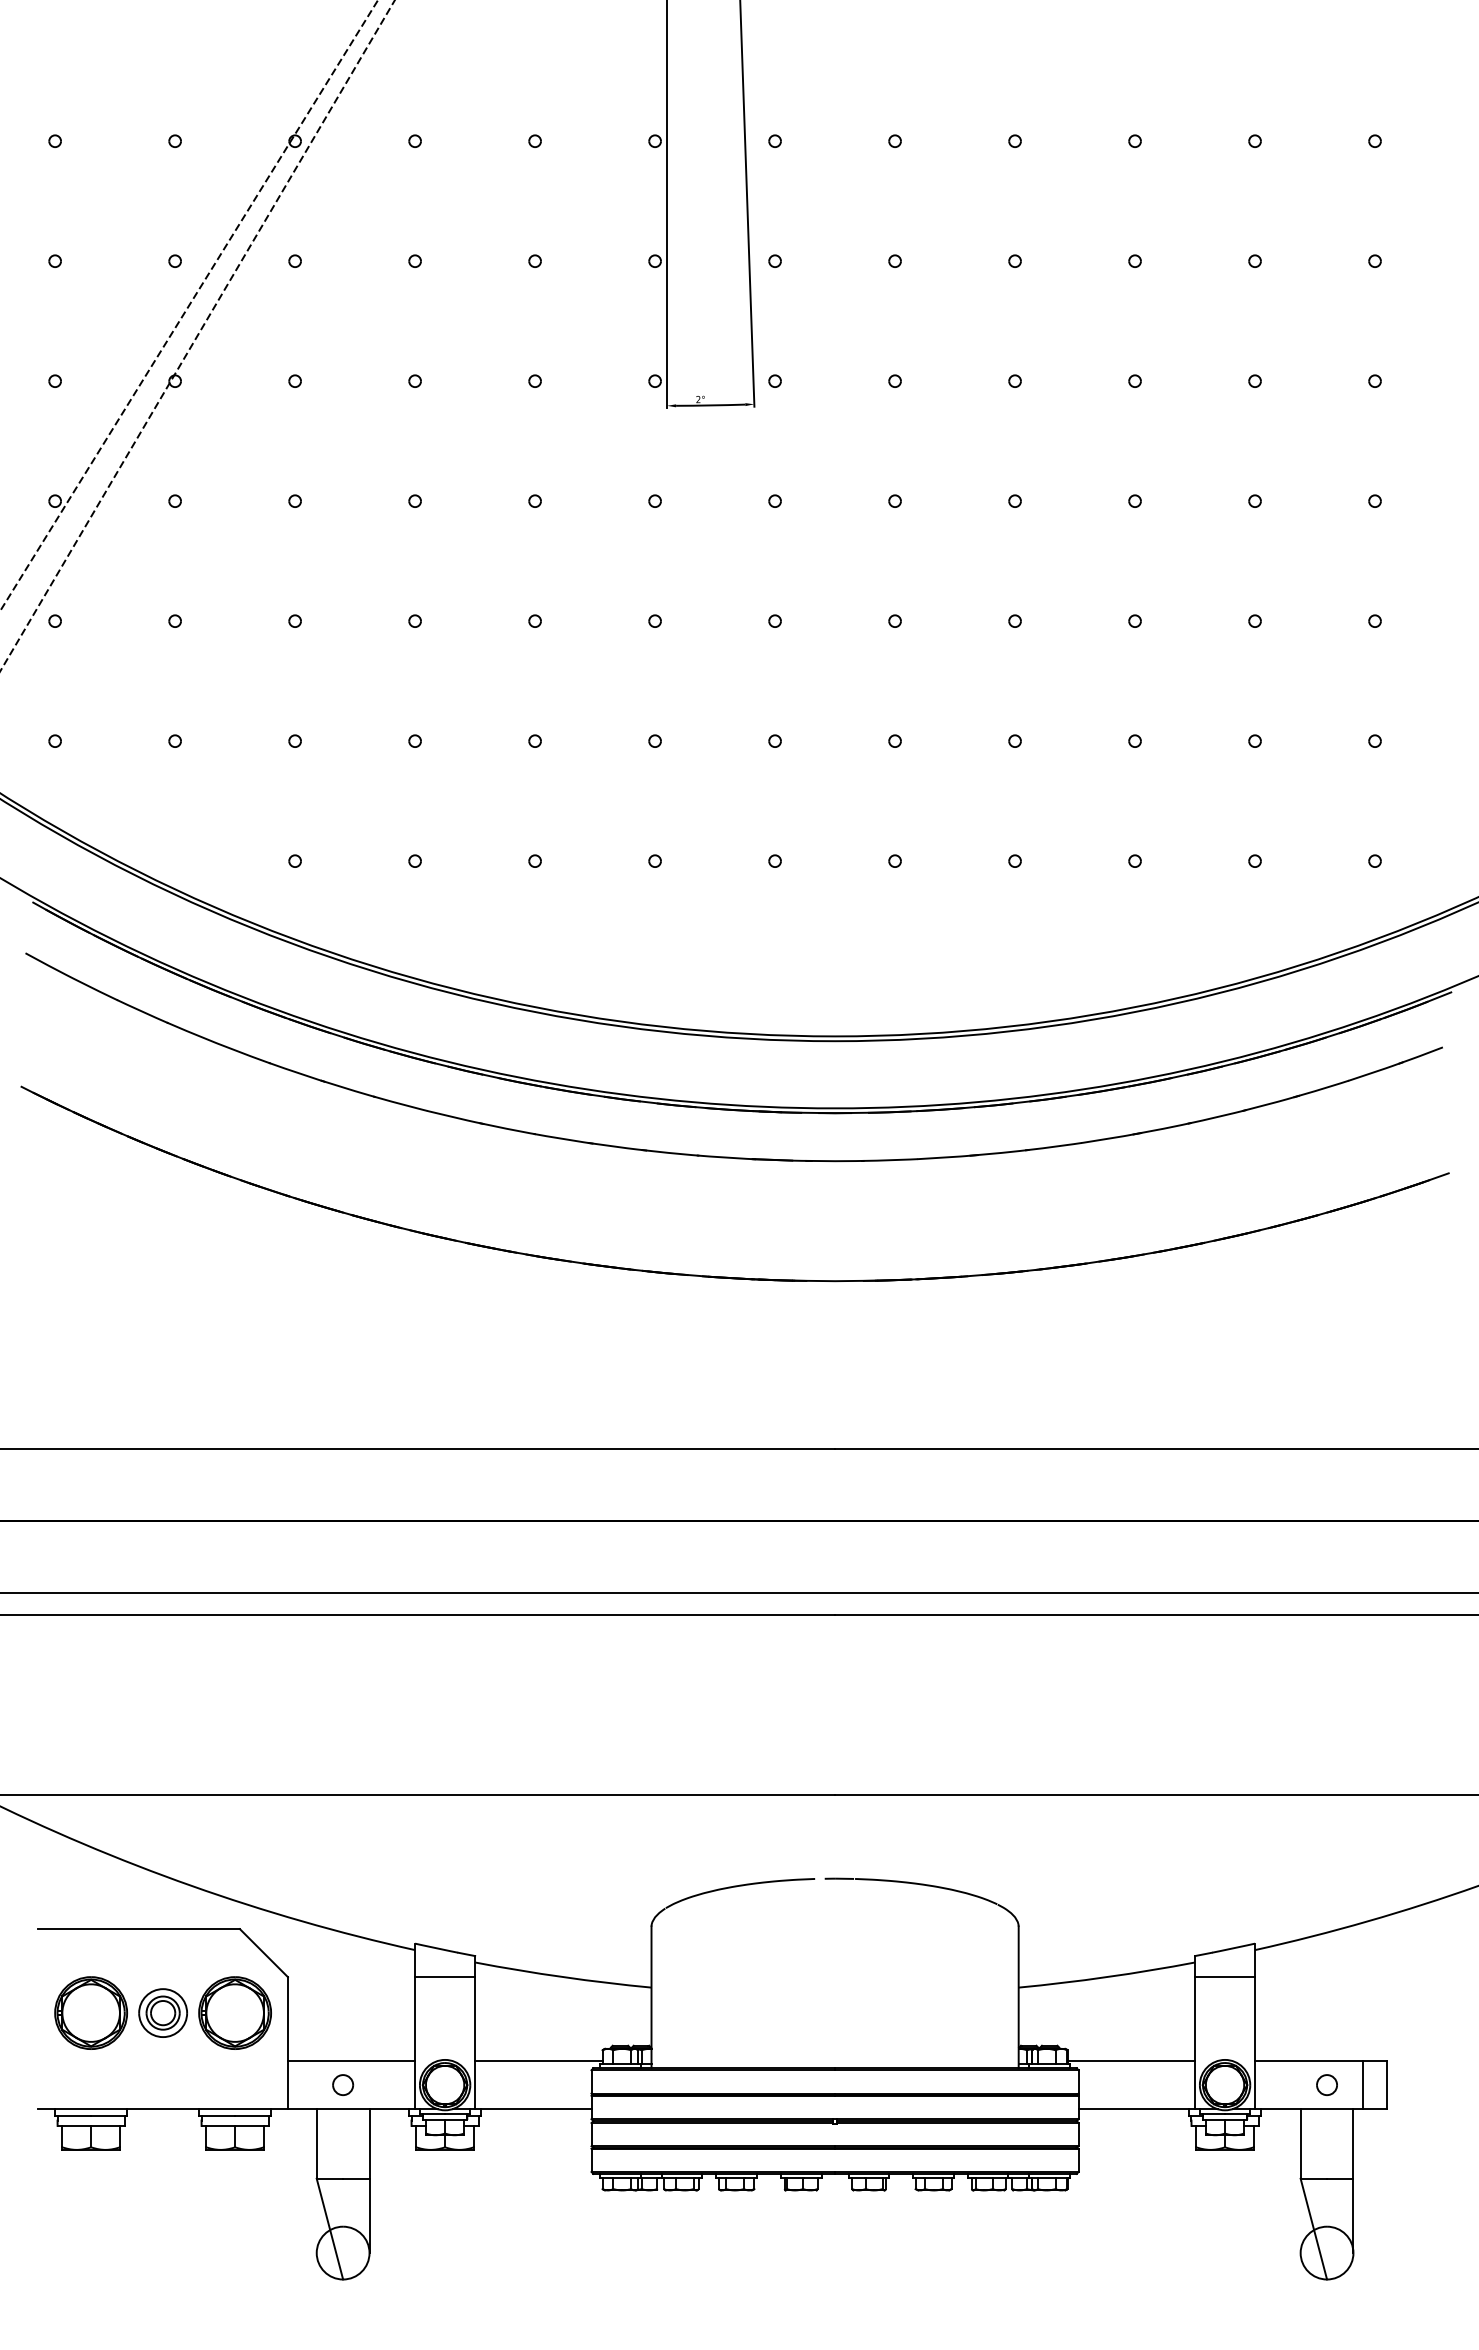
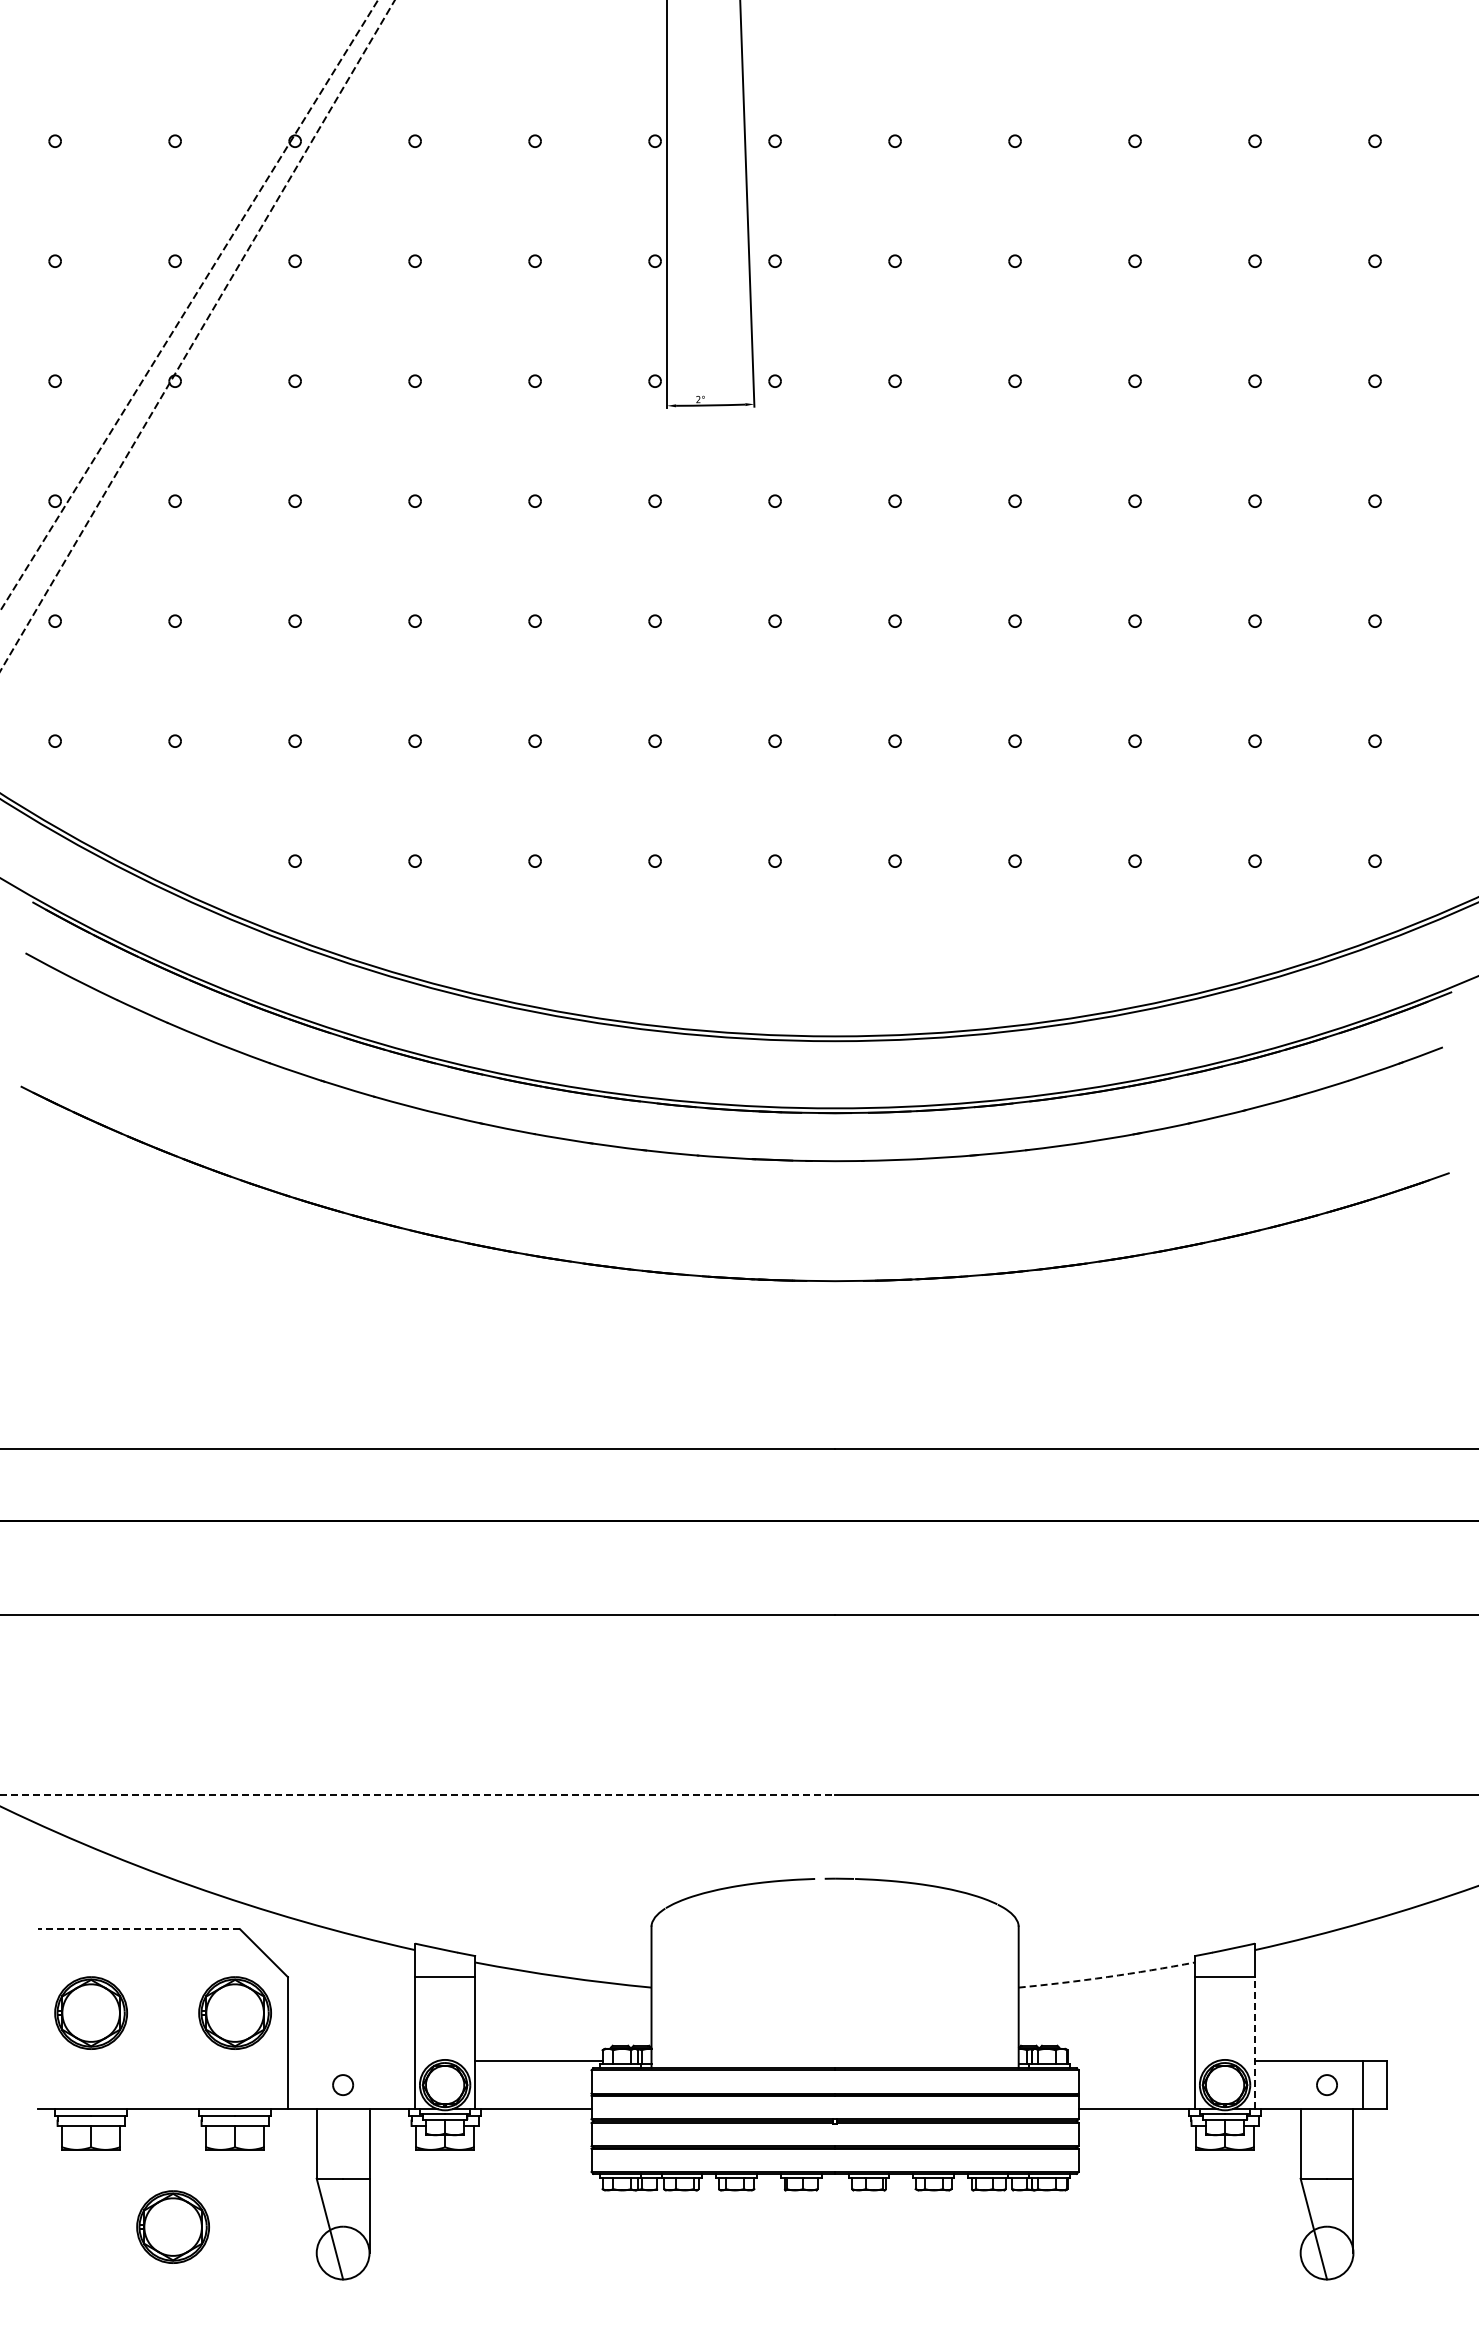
line at (738, 1593): present -> none
line at (418, 1795): solid -> dashed
line at (139, 1929): solid -> dashed
arc at (1107, 1977): solid -> dashed
part at (162, 2012): present -> none
line at (1255, 2043): solid -> dashed
line at (351, 2061): present -> none
line at (1131, 2061): present -> none
part at (172, 2226): none -> present
